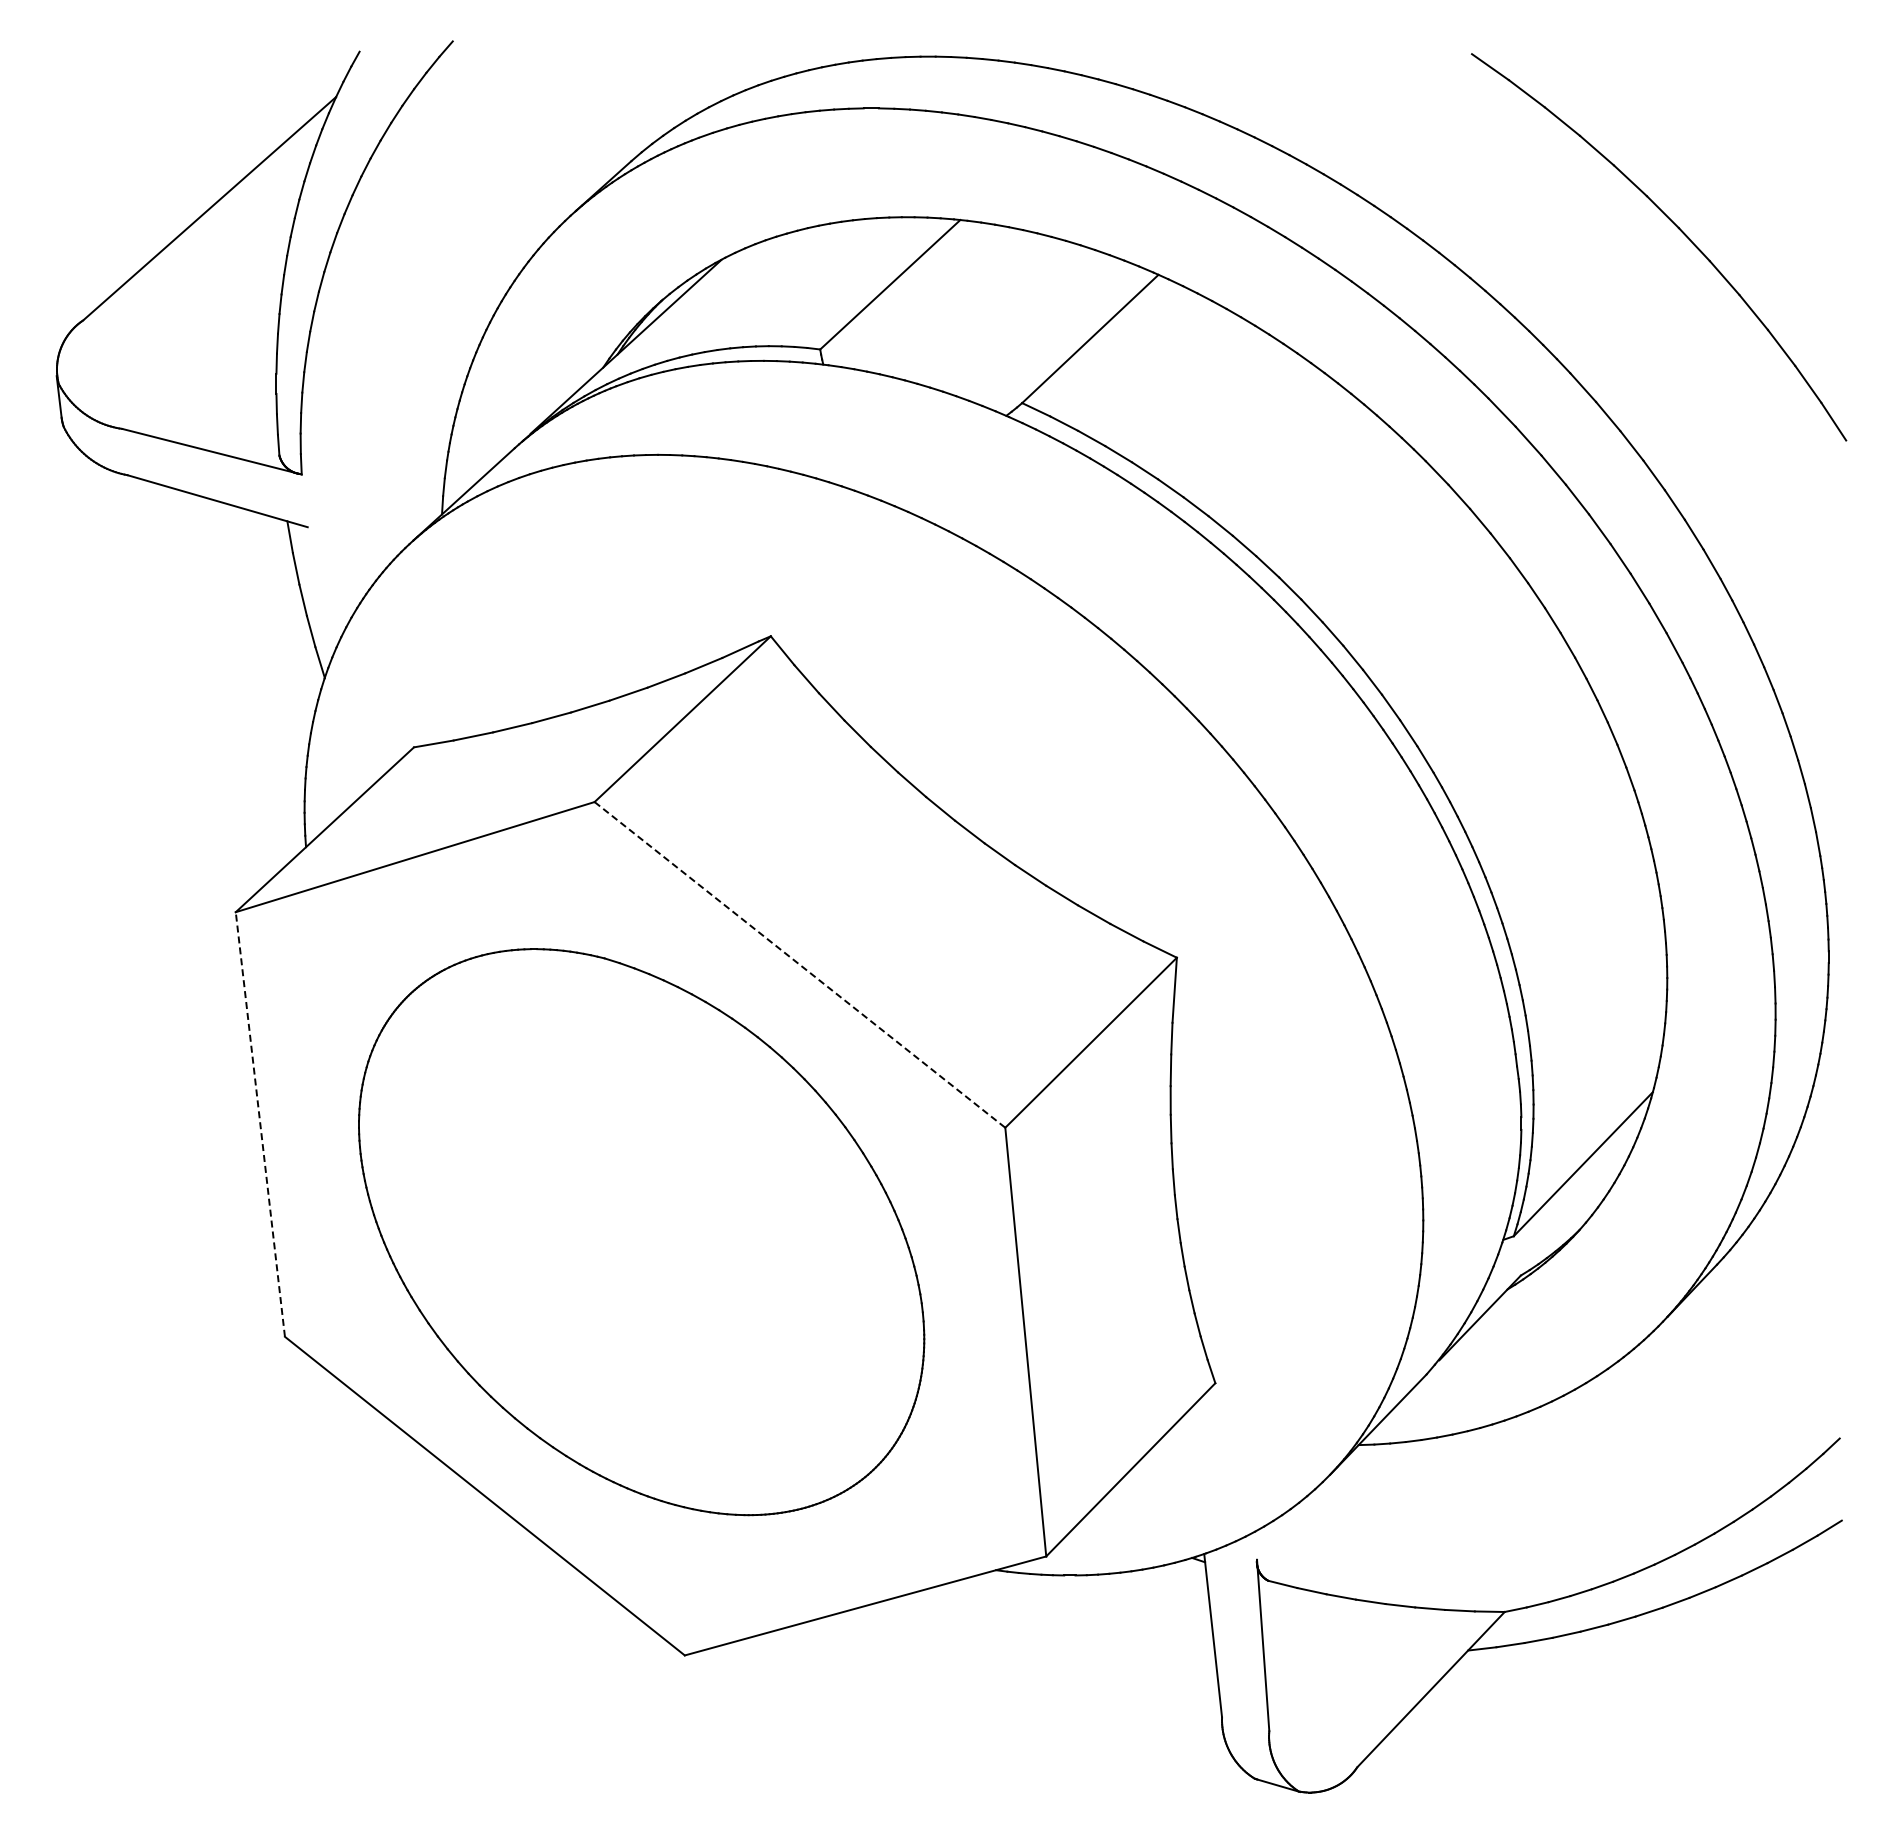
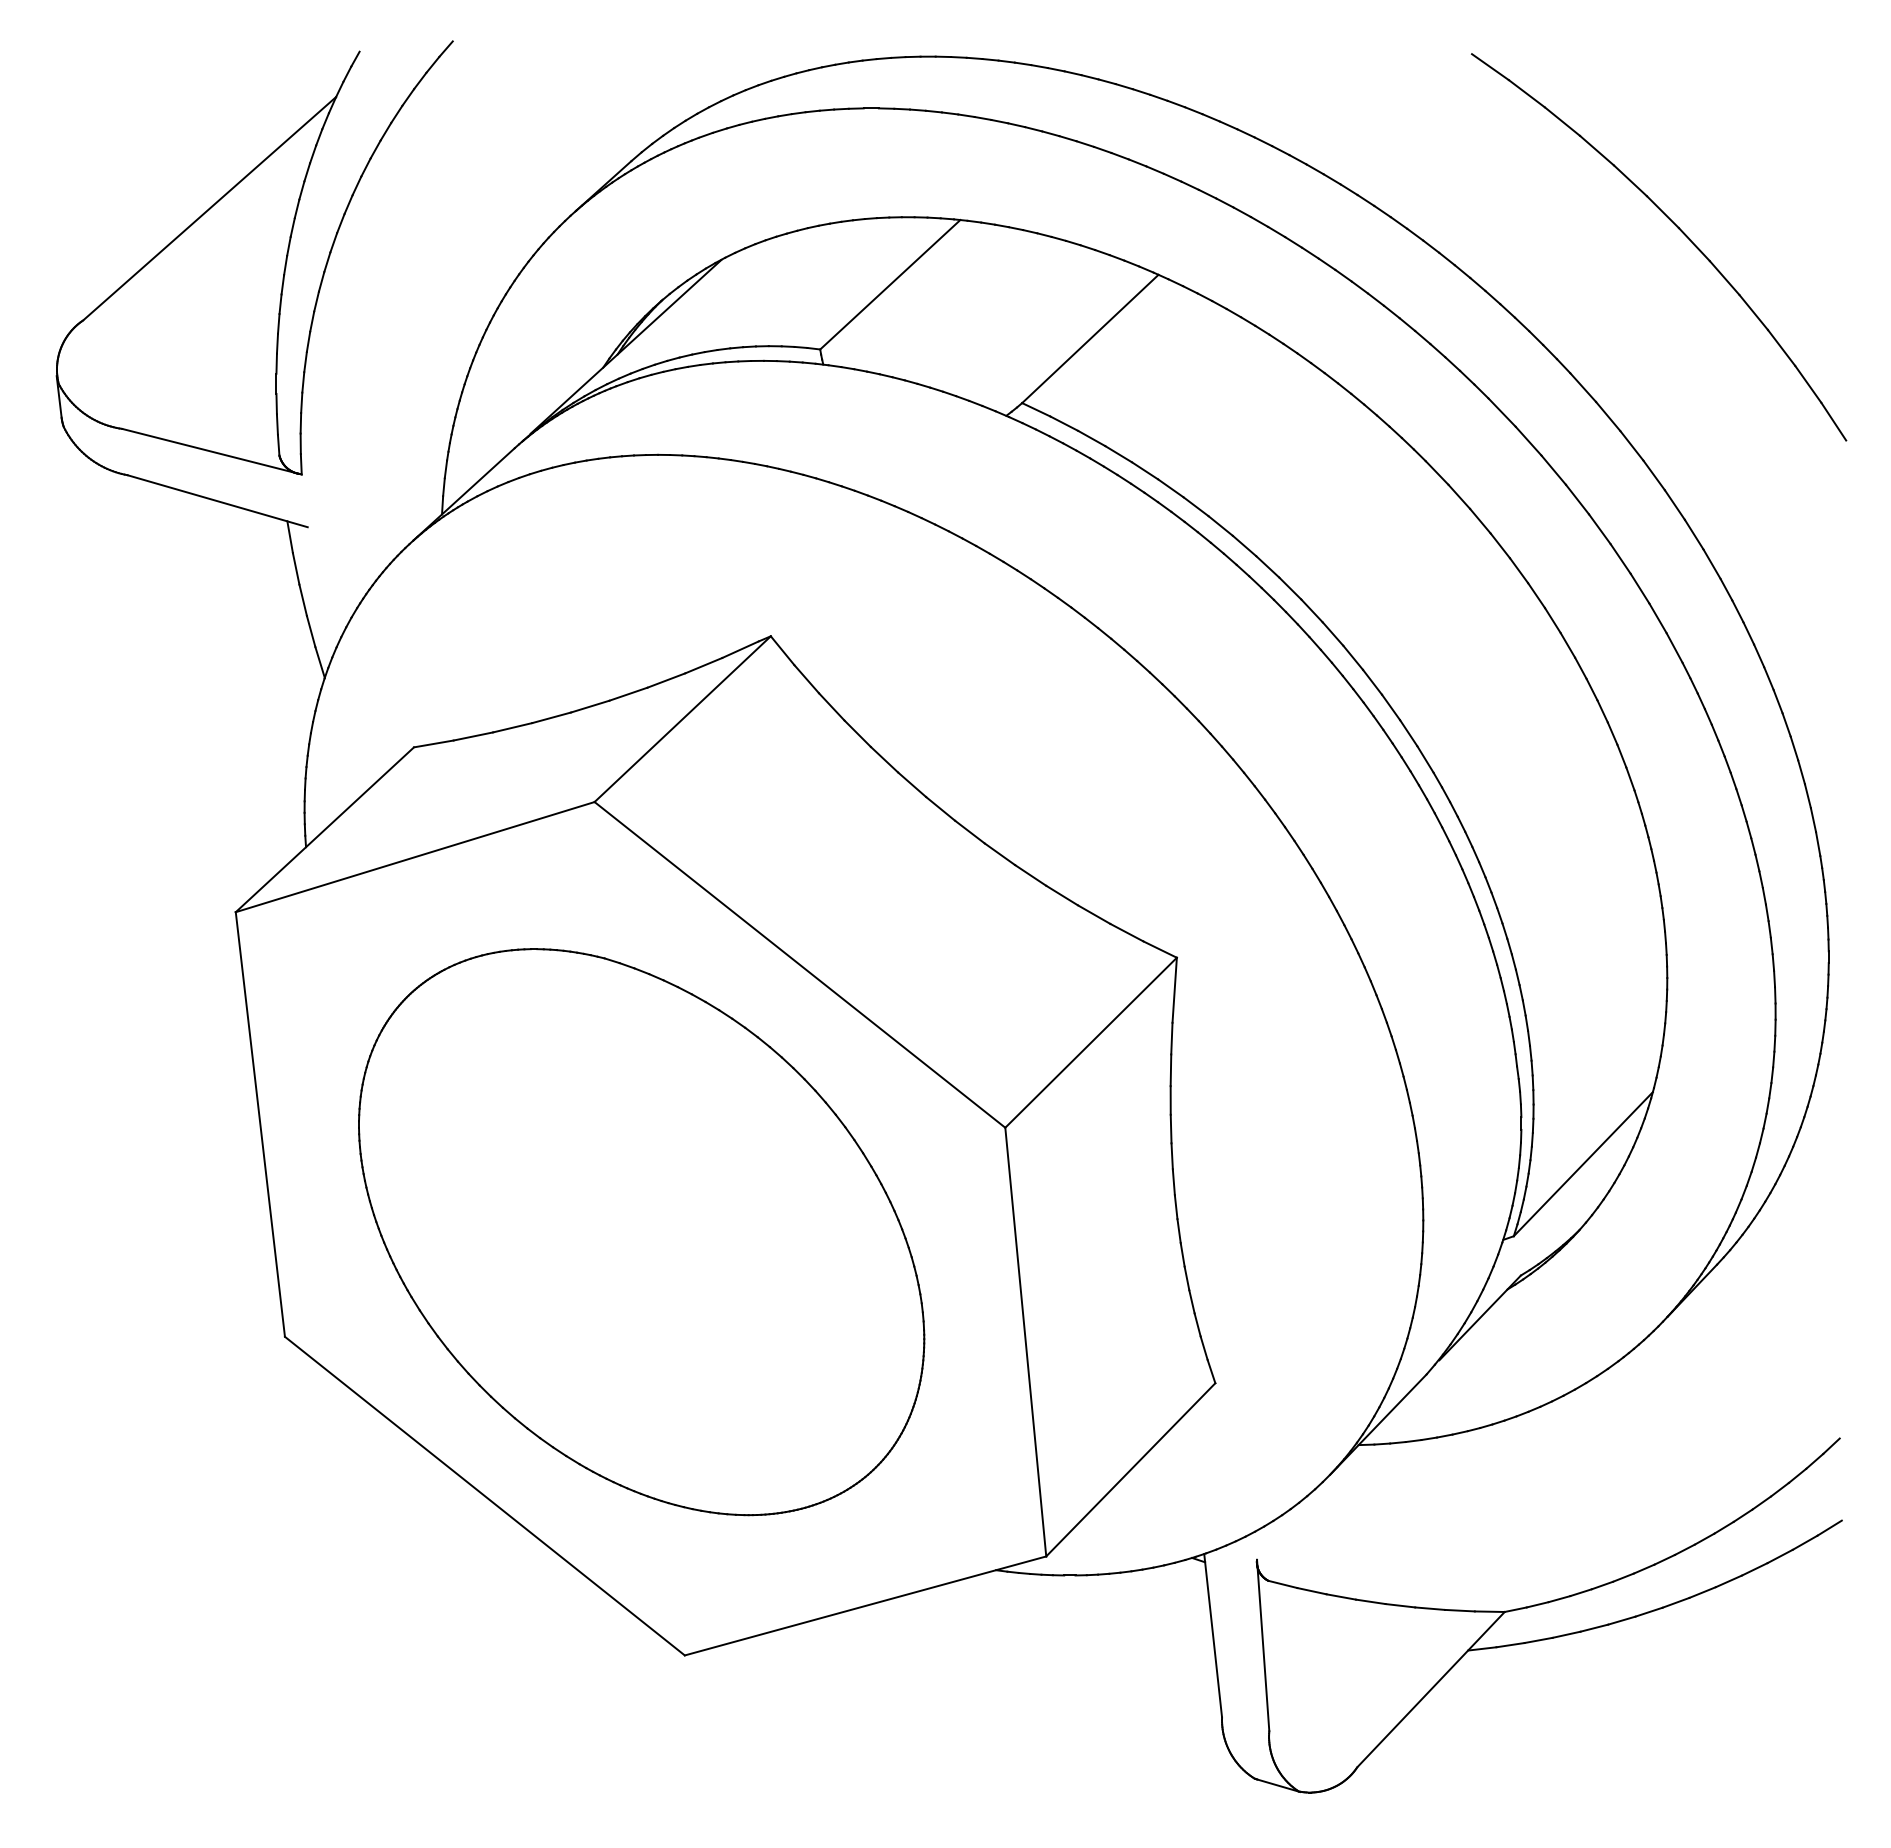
line at (800, 965): dashed -> solid
line at (260, 1124): dashed -> solid
